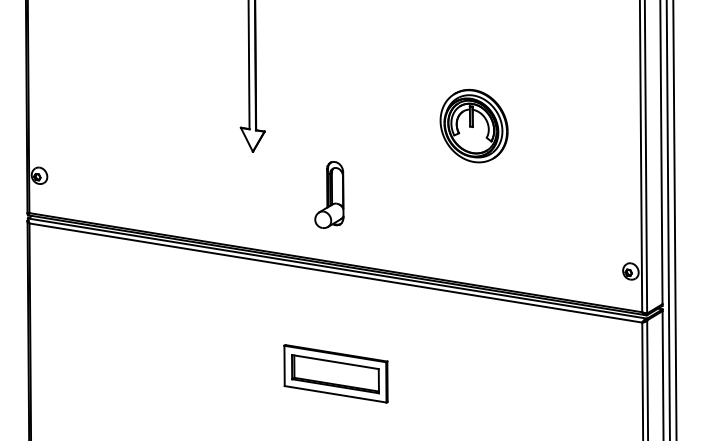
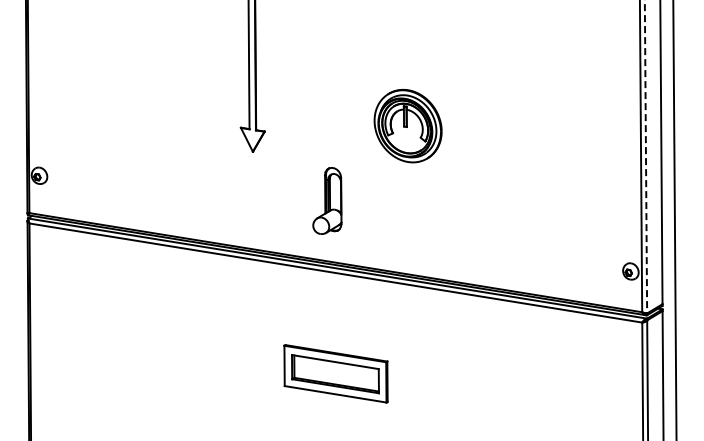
part at (473, 125) position: (473, 125) -> (407, 125)
line at (645, 157): solid -> dashed
part at (329, 194) position: (329, 194) -> (327, 200)
line at (667, 219): present -> none
